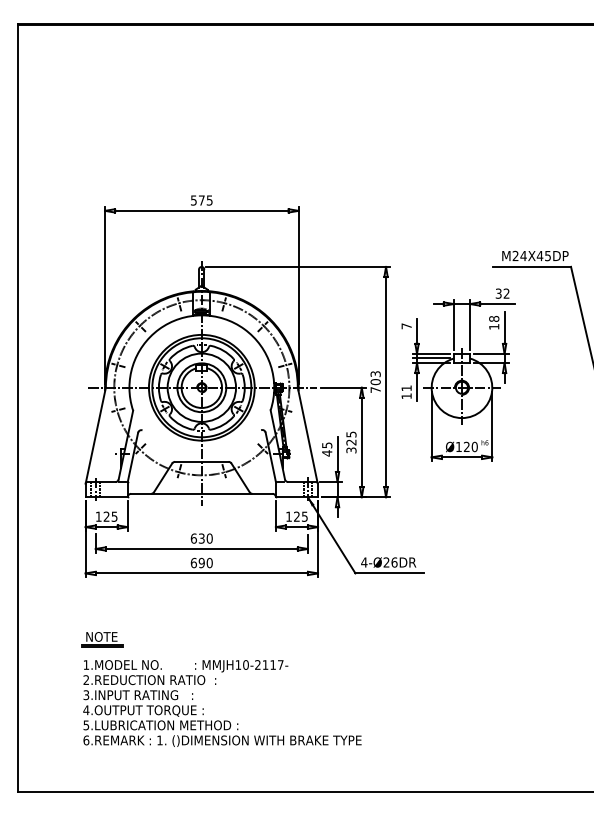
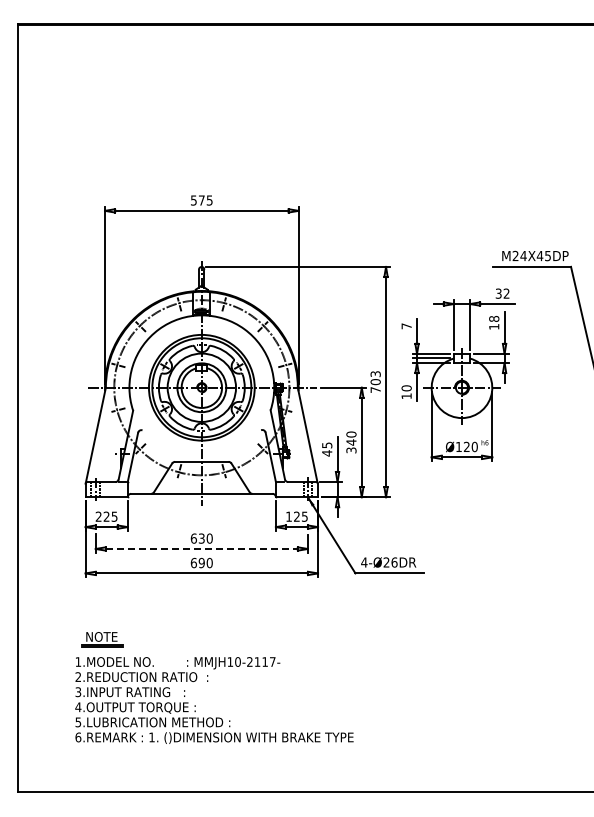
text at (406, 388): 11 -> 10
text at (351, 438): 325 -> 340
text at (98, 516): 125 -> 225
line at (201, 548): solid -> dashed
text at (222, 703) position: (222, 703) -> (214, 700)
